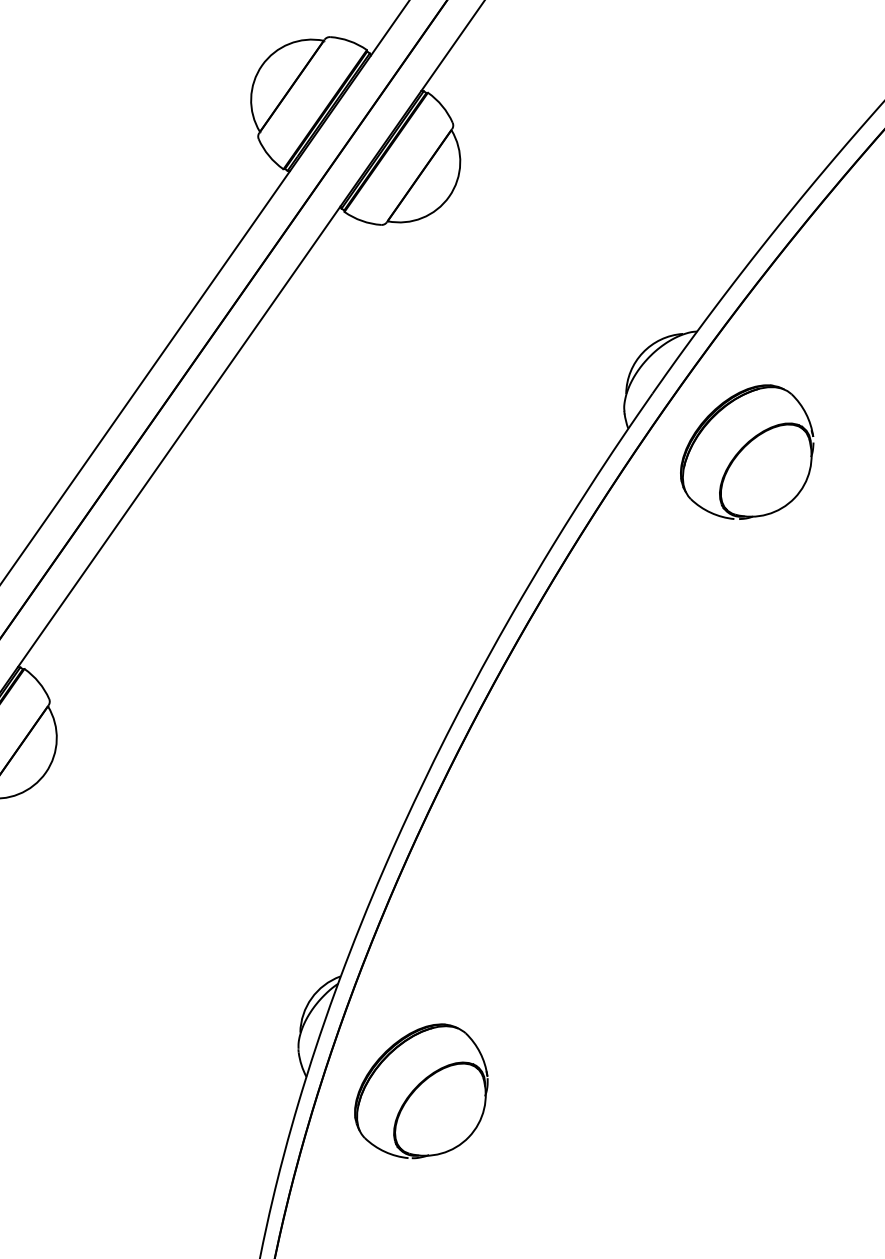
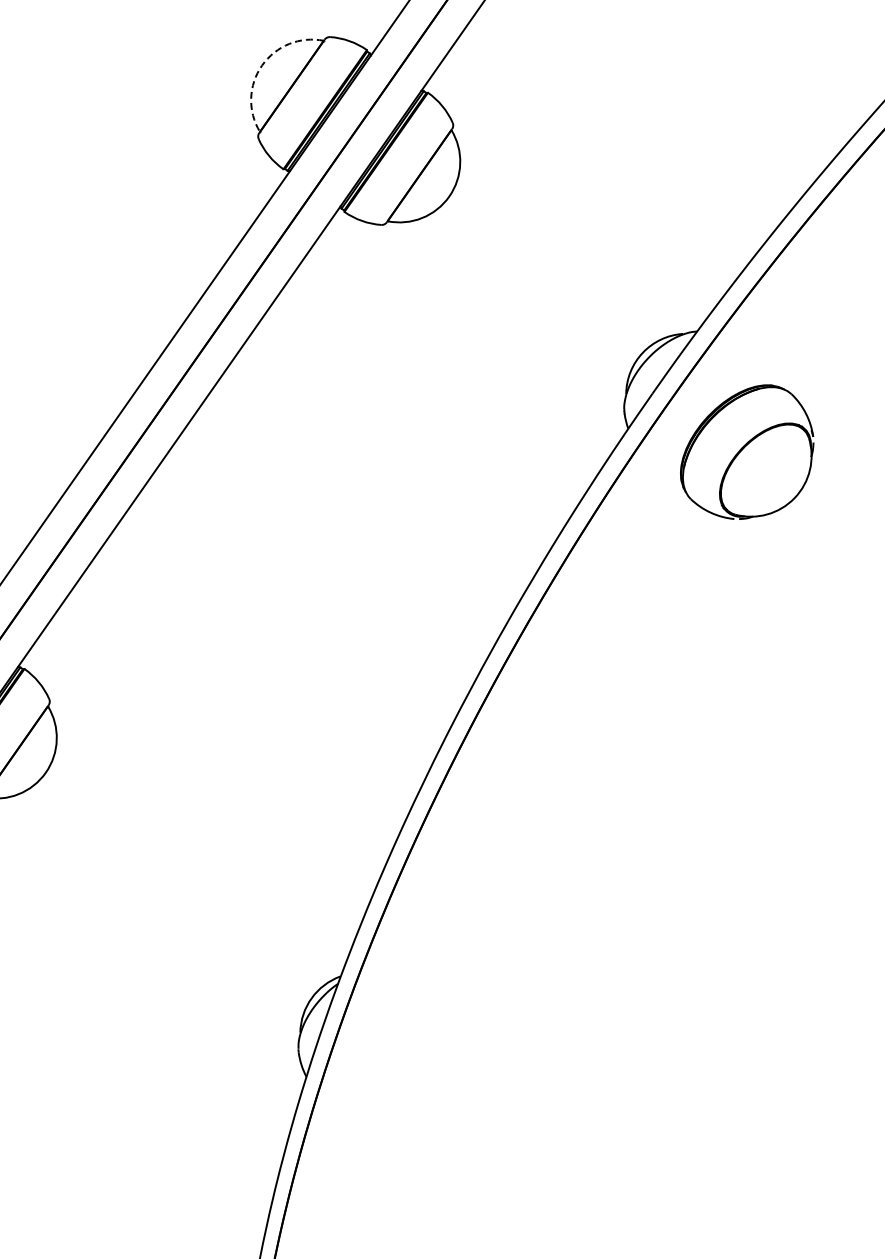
arc at (262, 65): solid -> dashed
part at (421, 1091): present -> none
